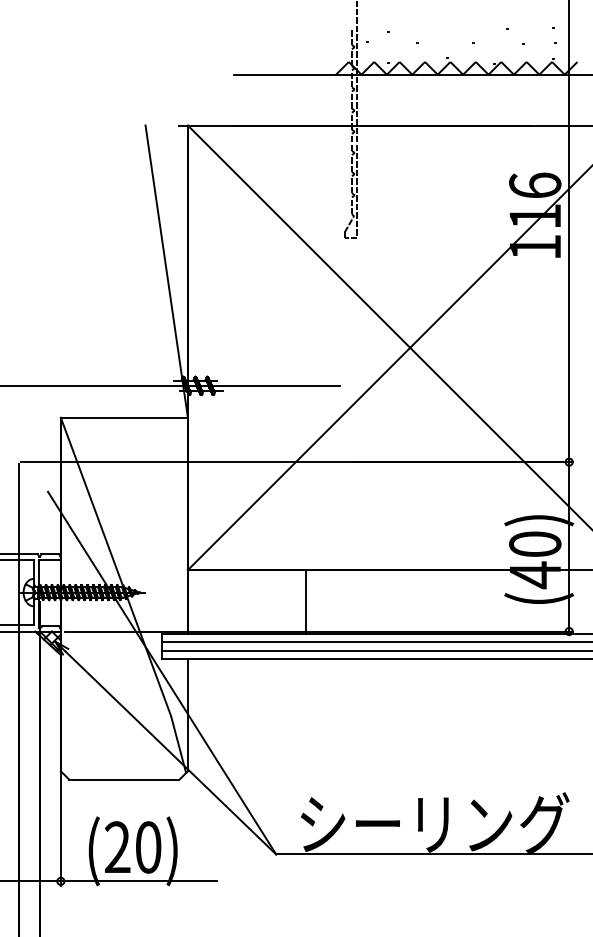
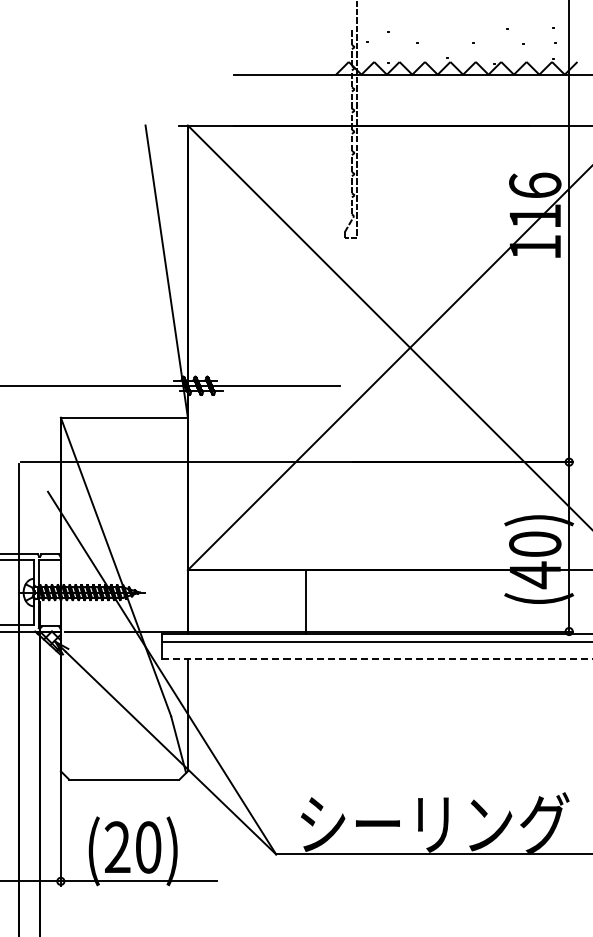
line at (375, 650): present -> none
line at (378, 659): solid -> dashed
